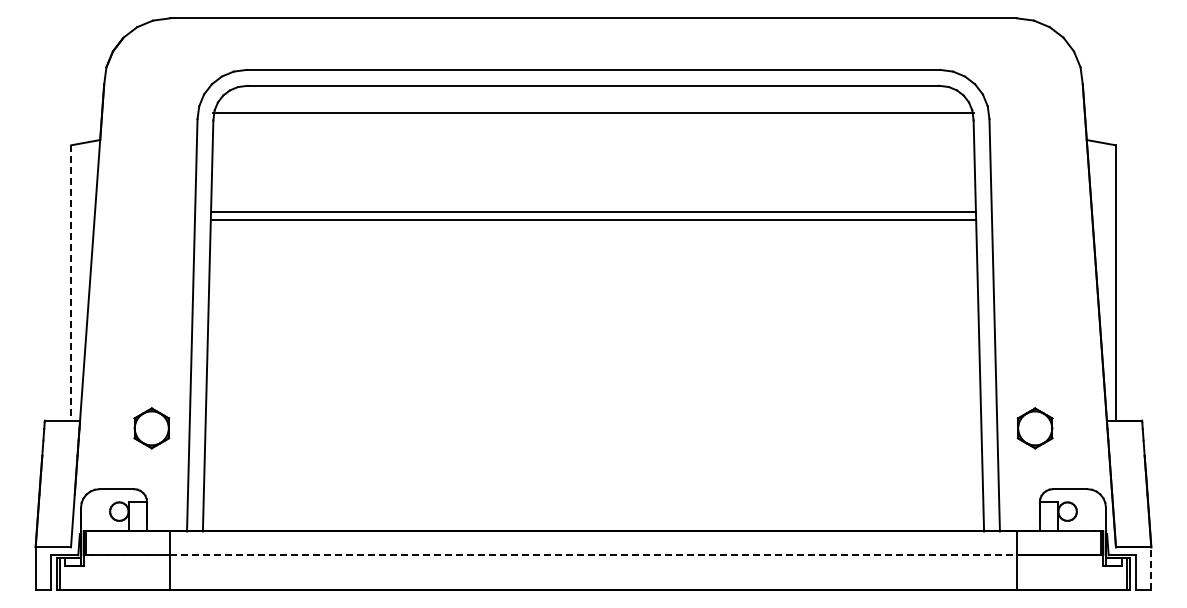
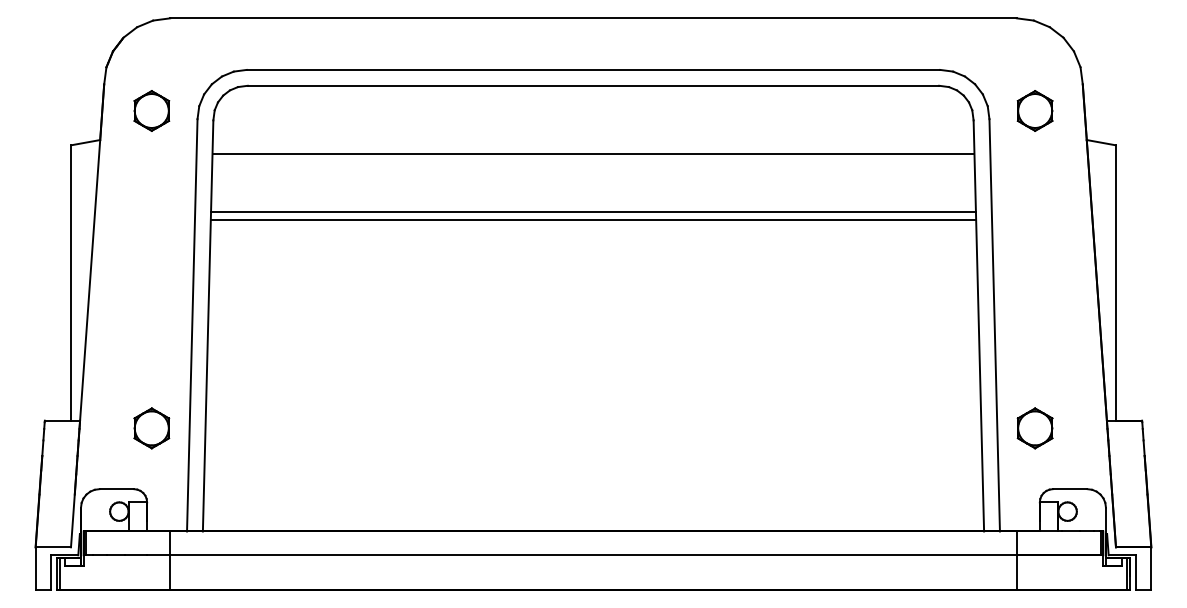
part at (151, 110): none -> present
part at (1034, 110): none -> present
line at (593, 113) position: (593, 113) -> (593, 154)
line at (71, 282): dashed -> solid
line at (593, 555): dashed -> solid
line at (1151, 567): dashed -> solid
